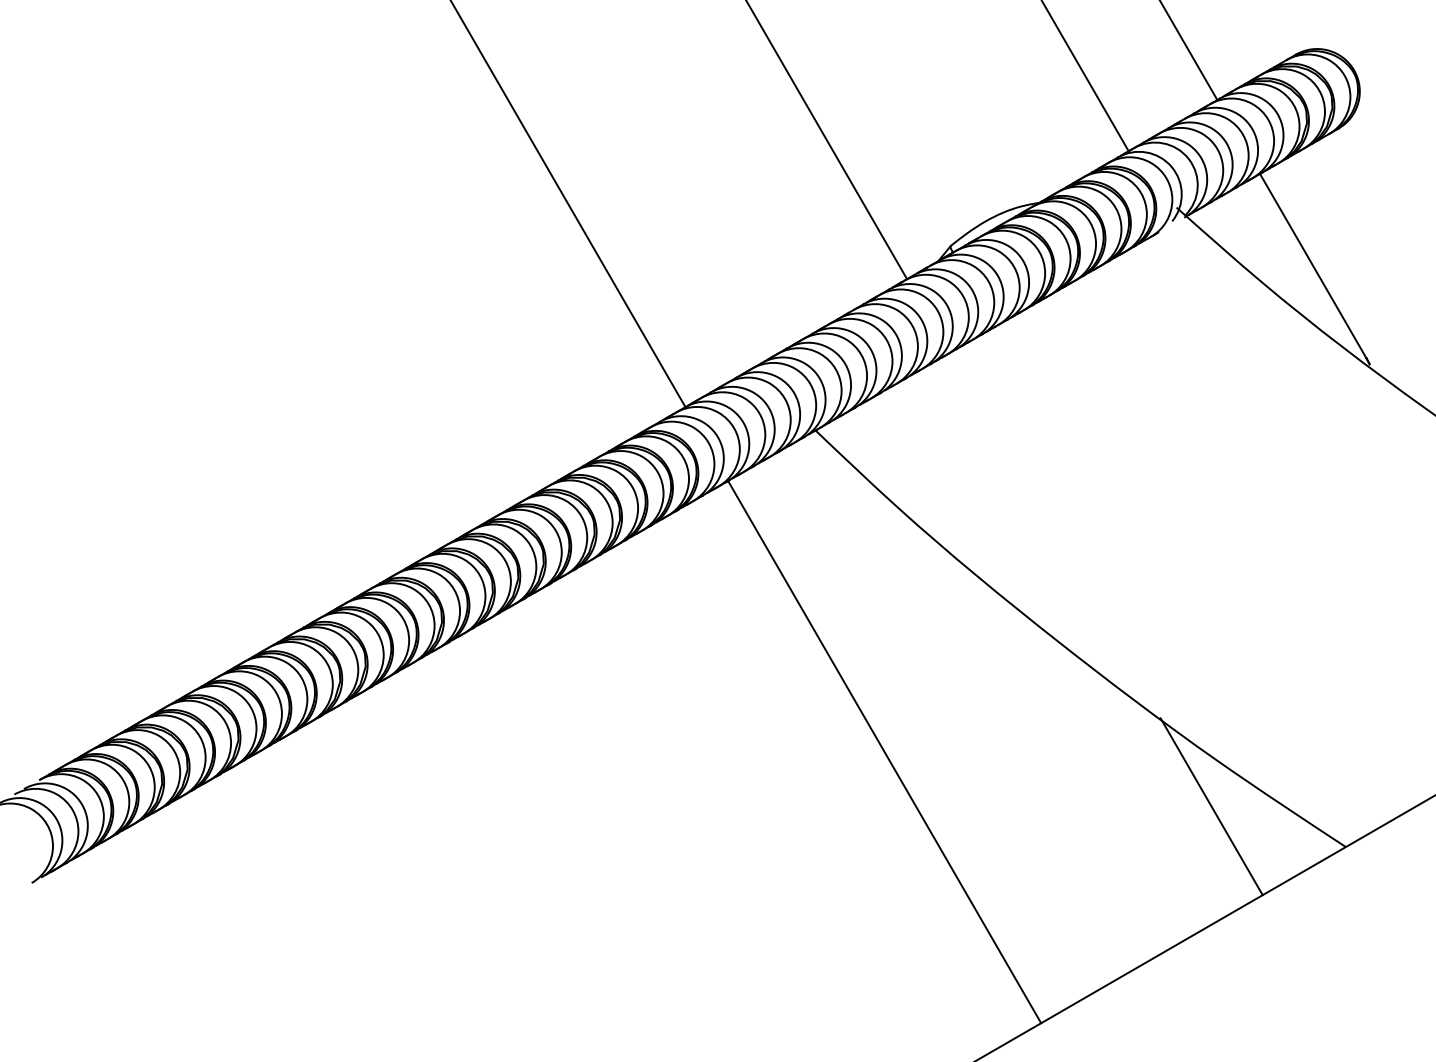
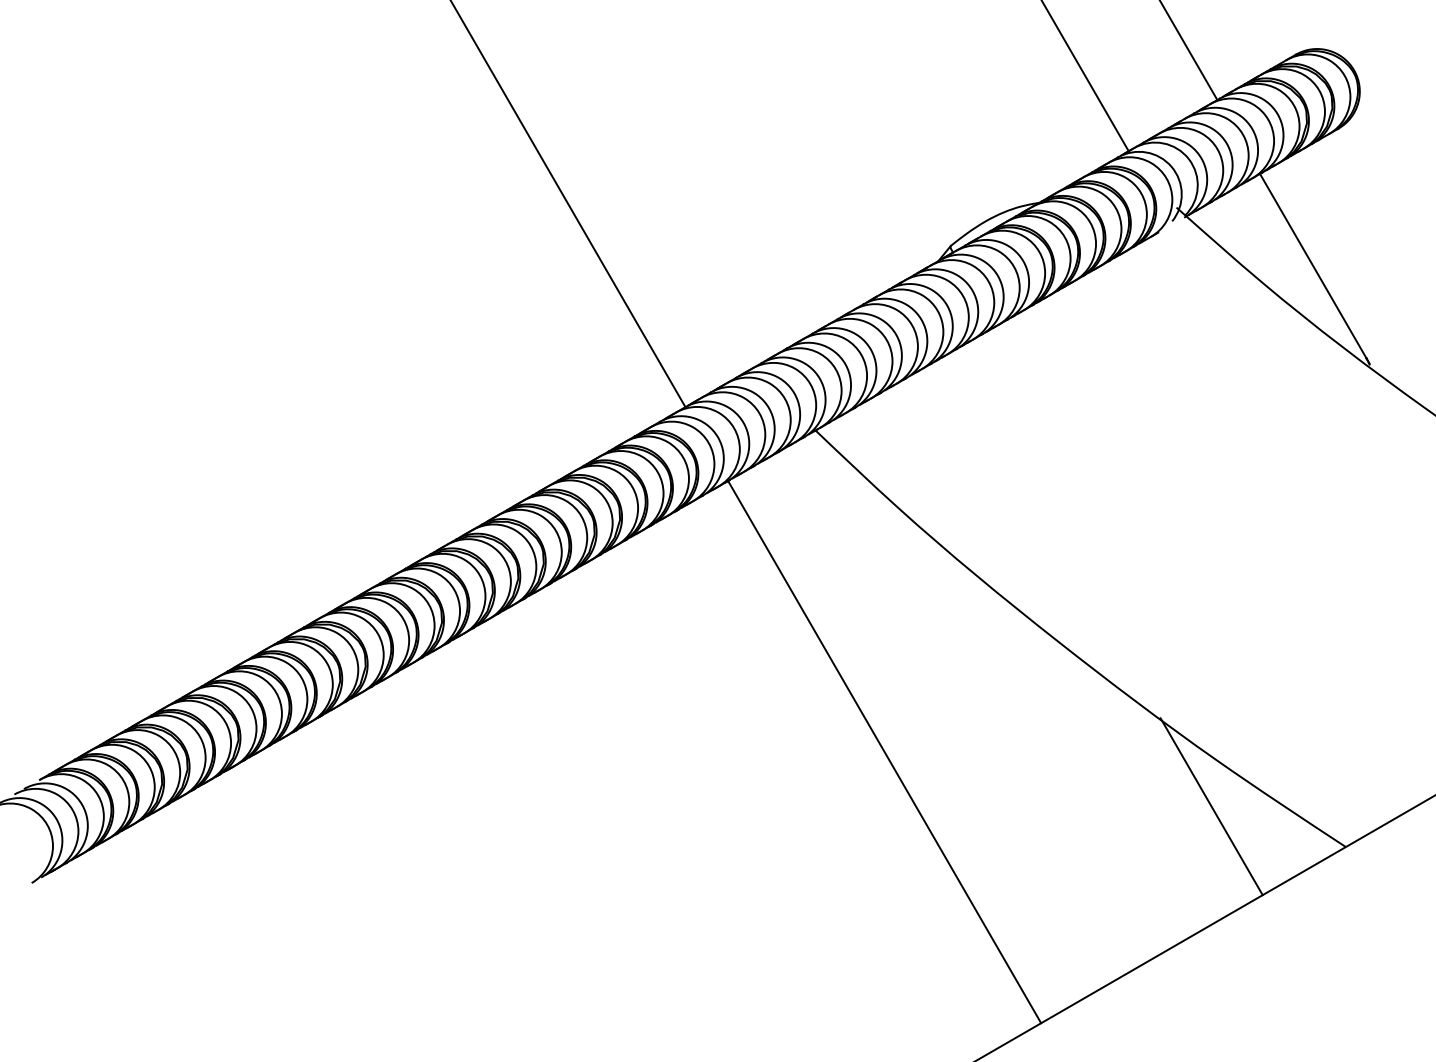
line at (827, 140): present -> none
